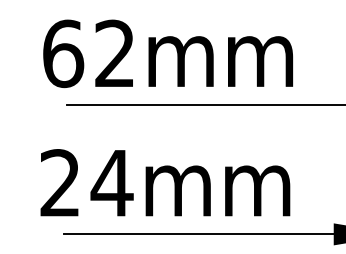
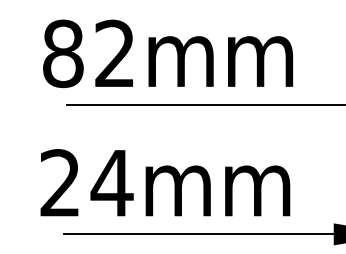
text at (63, 53): 62mm -> 82mm
